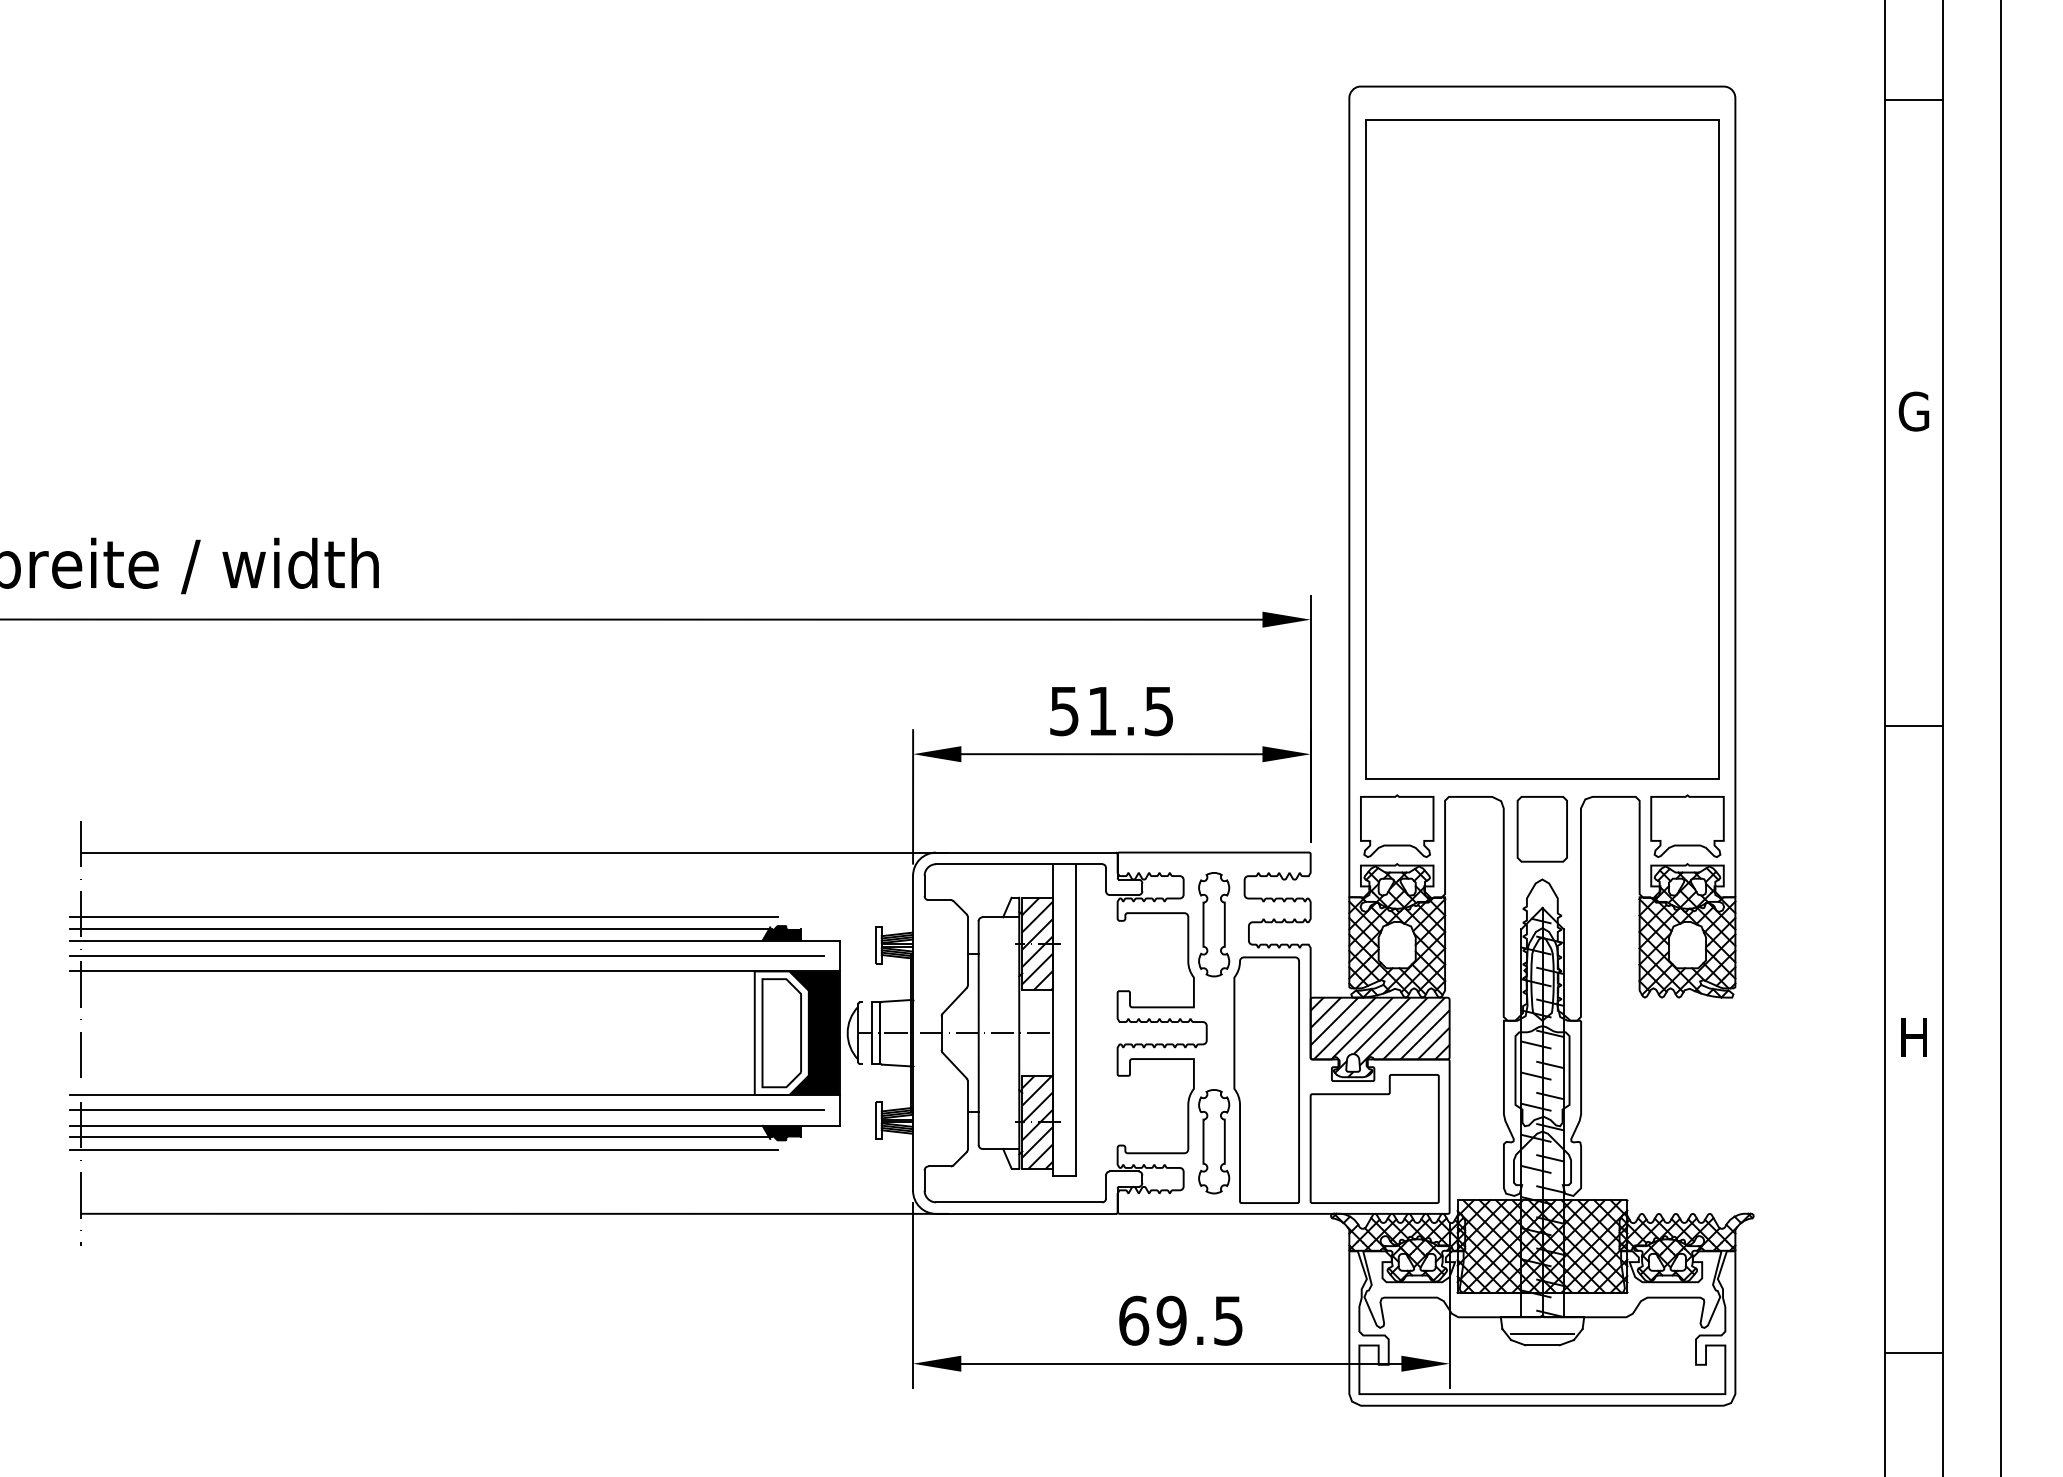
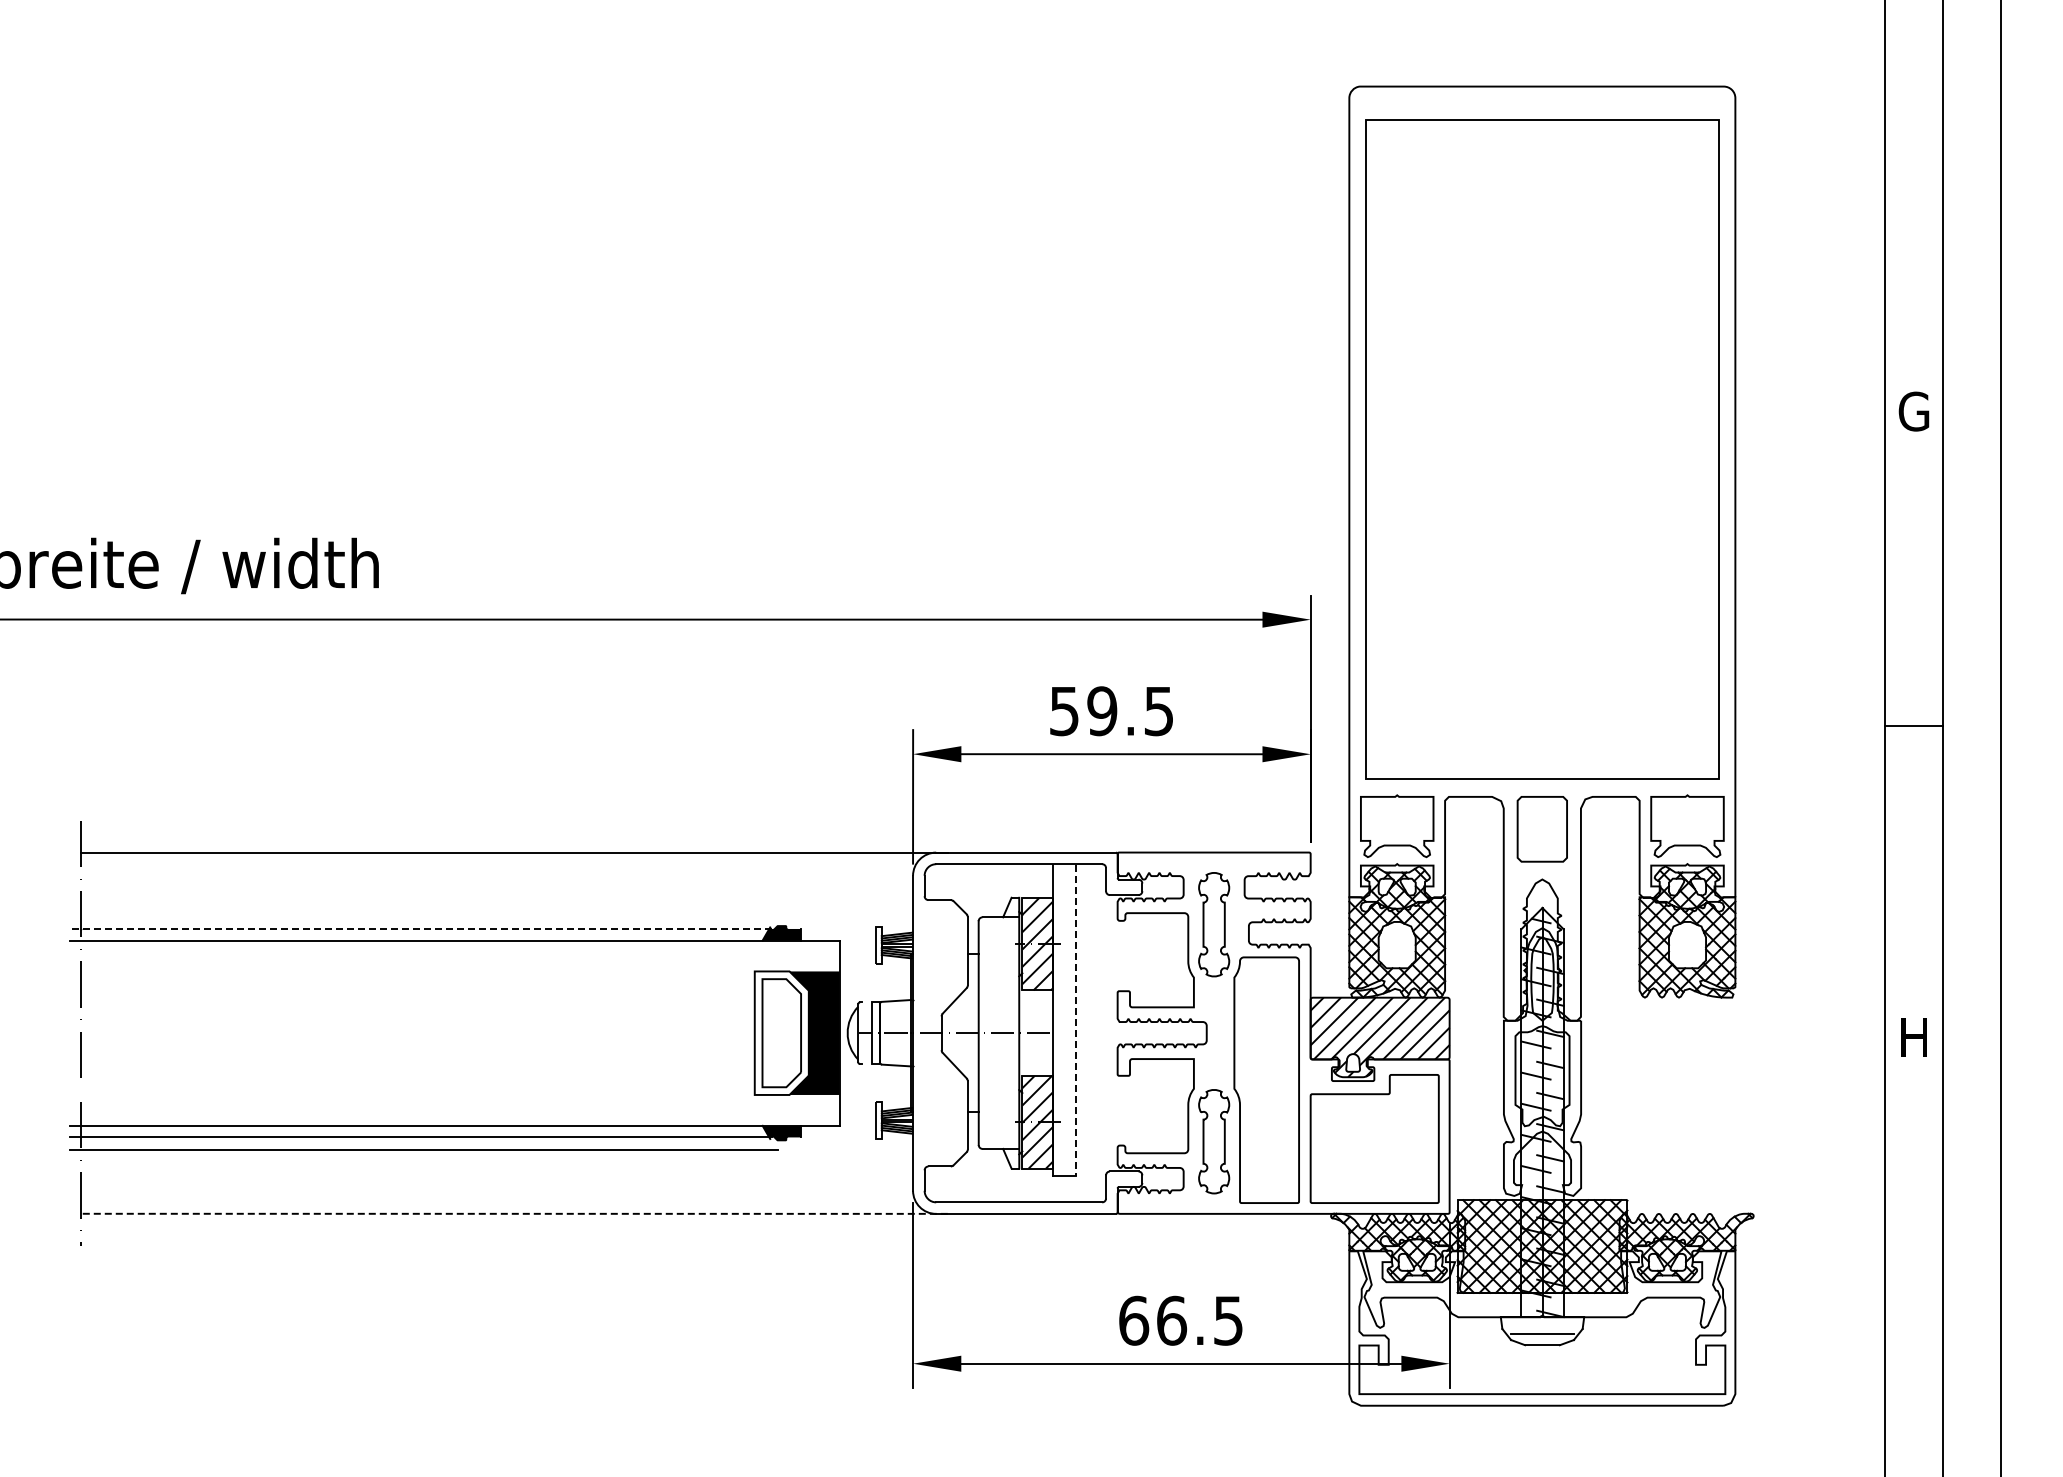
line at (1914, 100): present -> none
text at (1102, 711): 51.5 -> 59.5
line at (423, 916): present -> none
line at (420, 928): solid -> dashed
line at (446, 956): present -> none
line at (454, 971): present -> none
line at (1076, 1020): solid -> dashed
line at (454, 1094): present -> none
line at (446, 1110): present -> none
line at (513, 1213): solid -> dashed
text at (1171, 1320): 69.5 -> 66.5
line at (1914, 1352): present -> none
